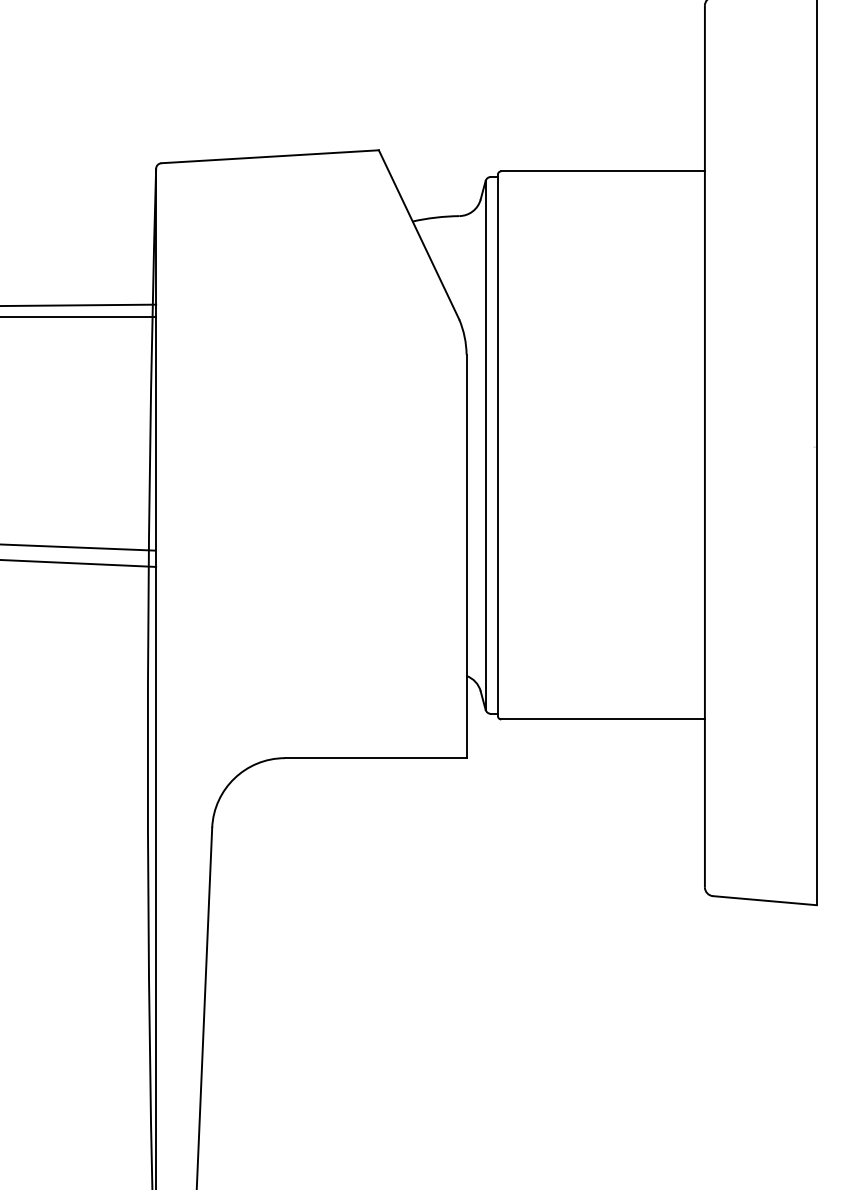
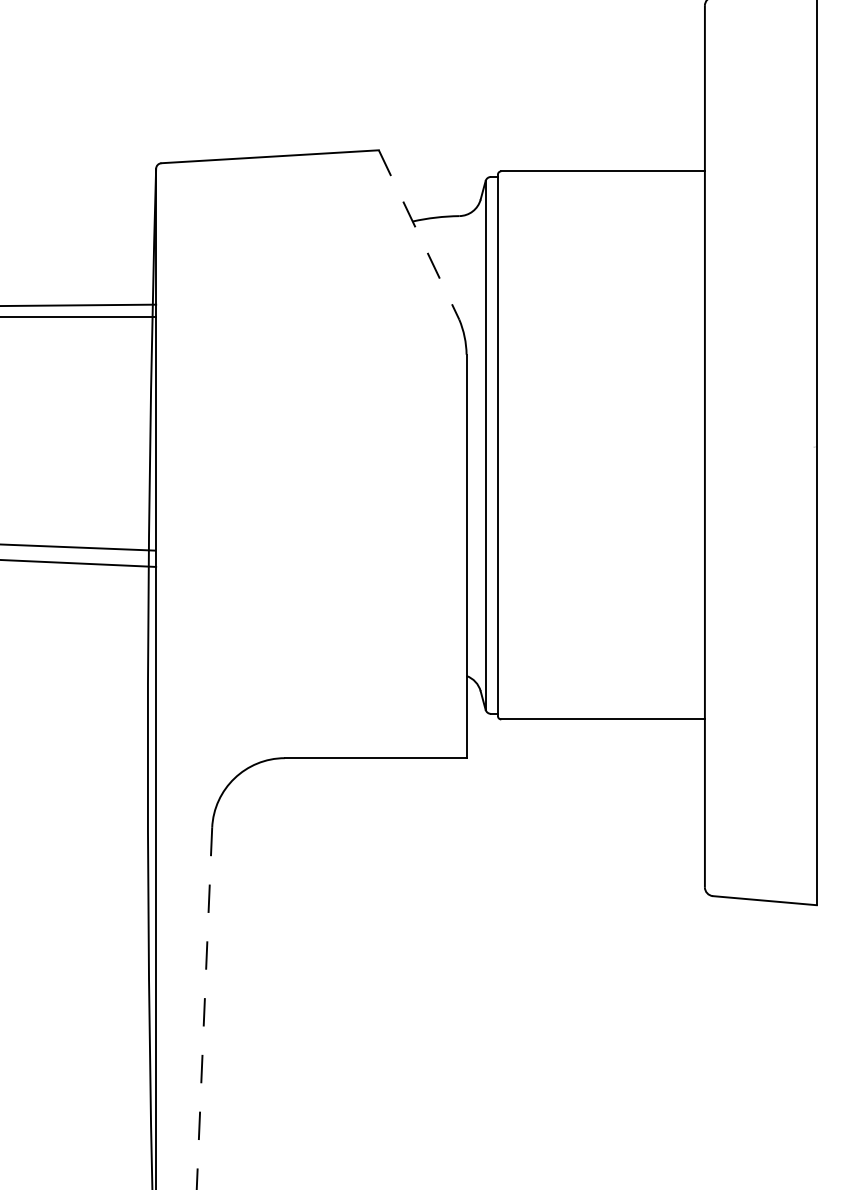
line at (419, 235): solid -> dashed
line at (204, 1008): solid -> dashed
